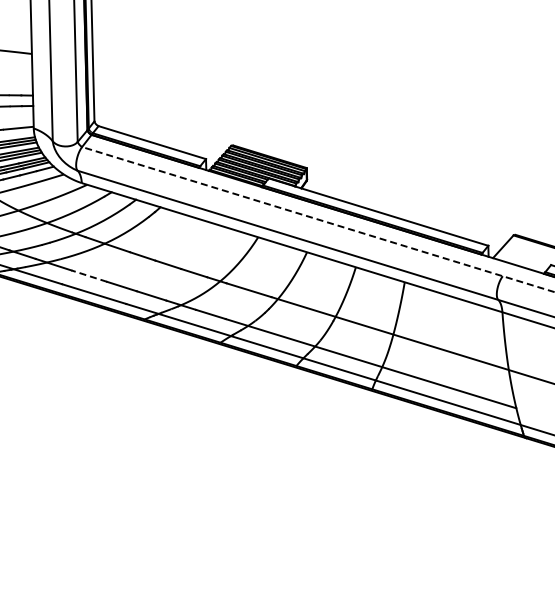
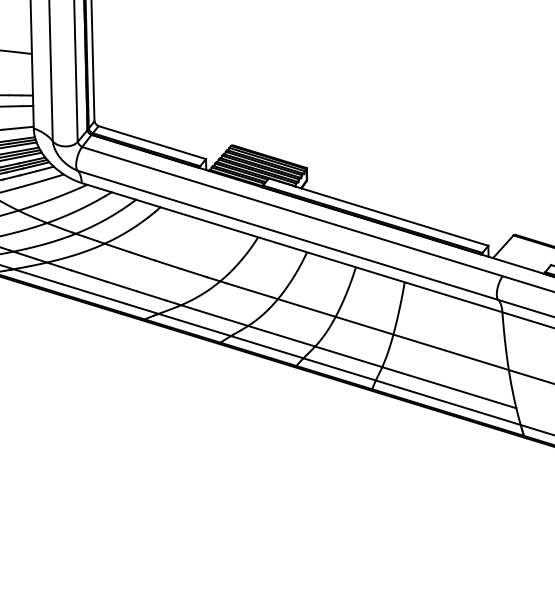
line at (318, 219): dashed -> solid
line at (89, 276): dashed -> solid
